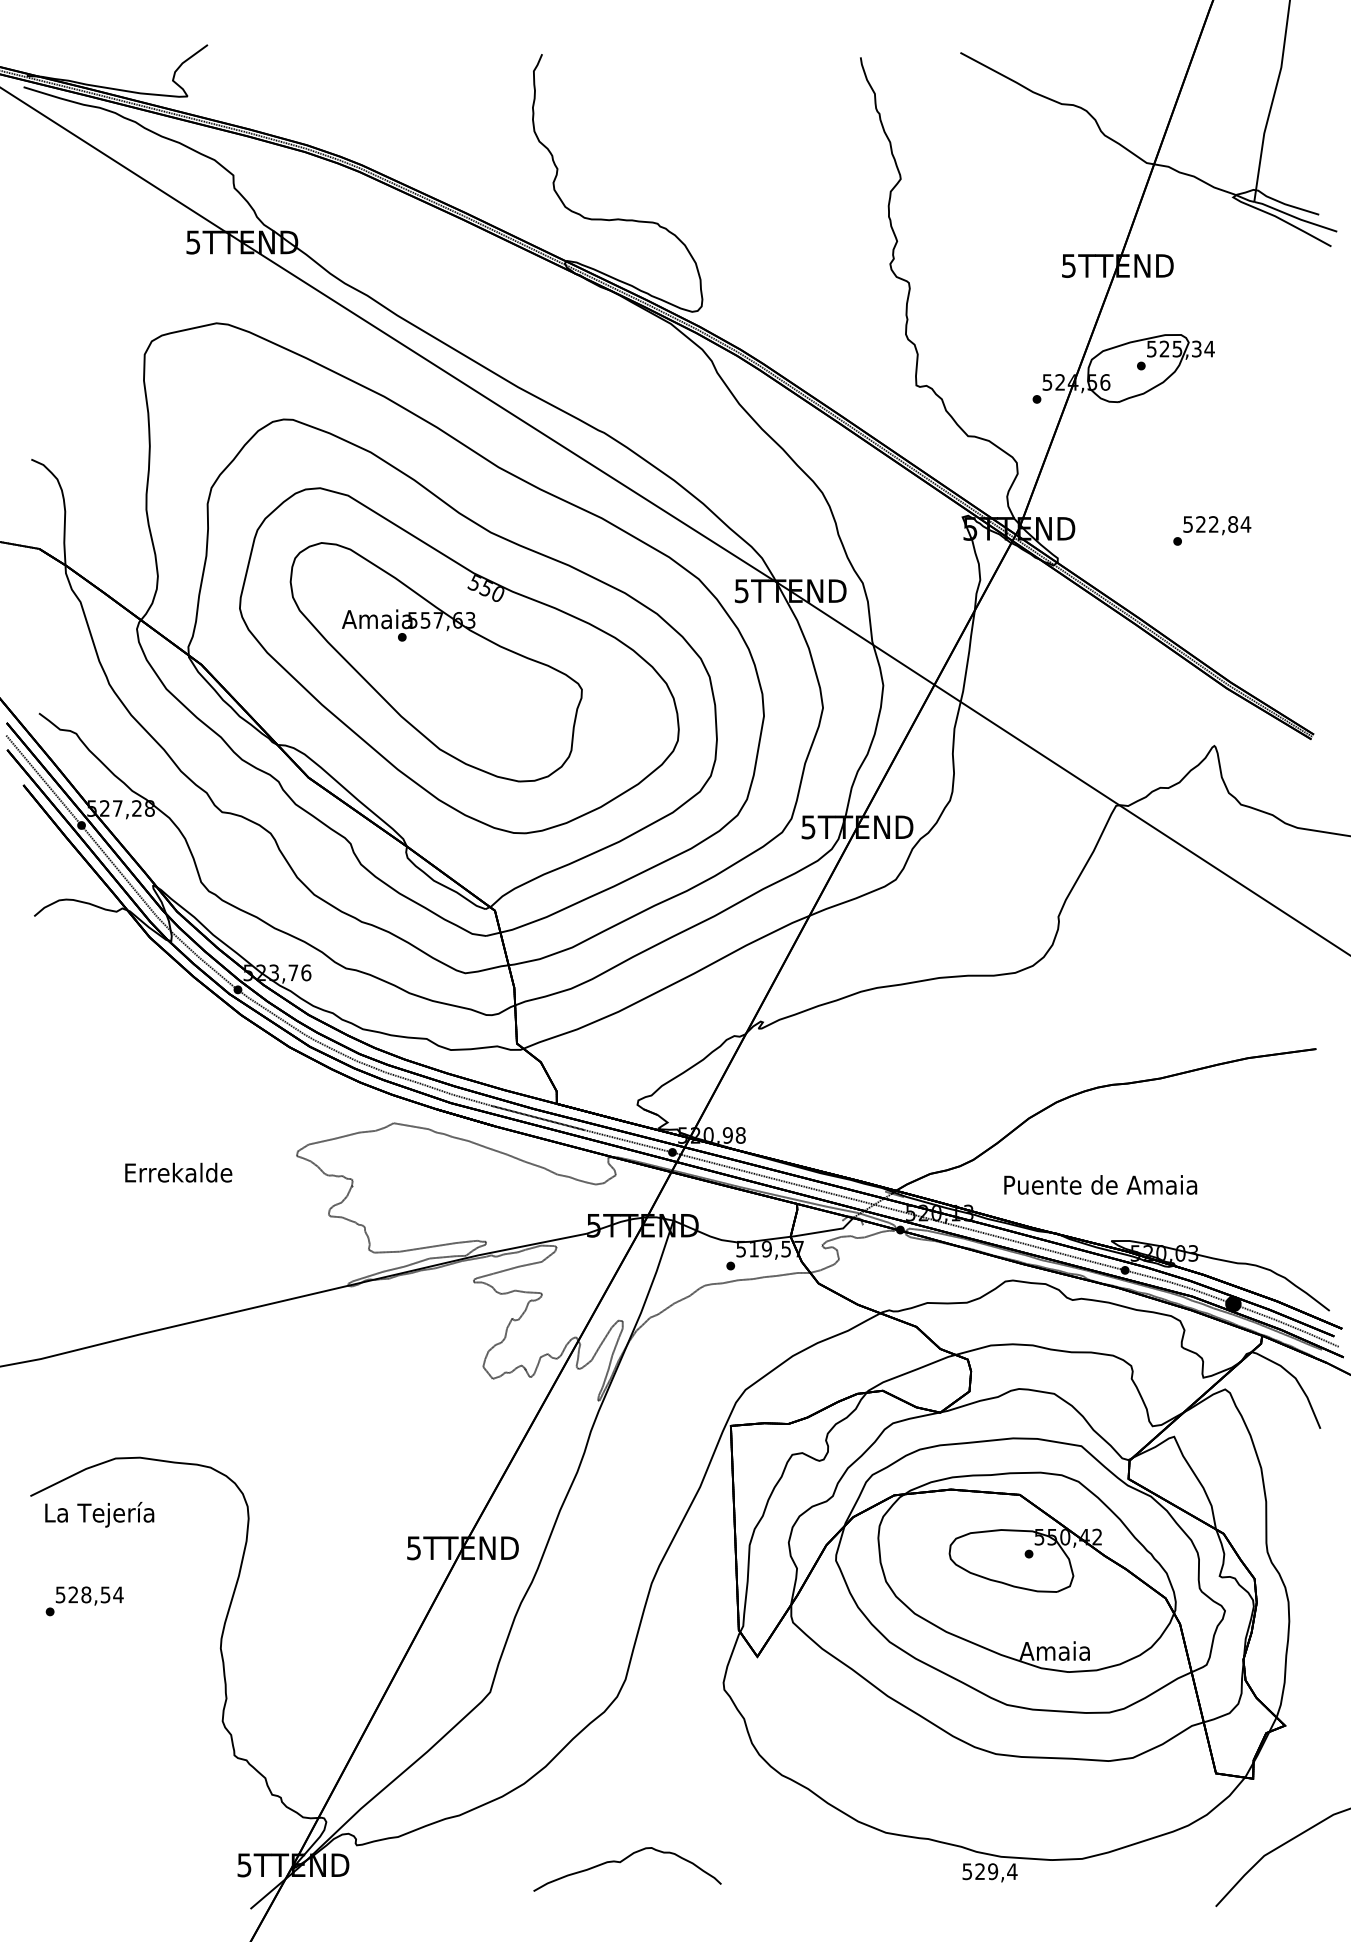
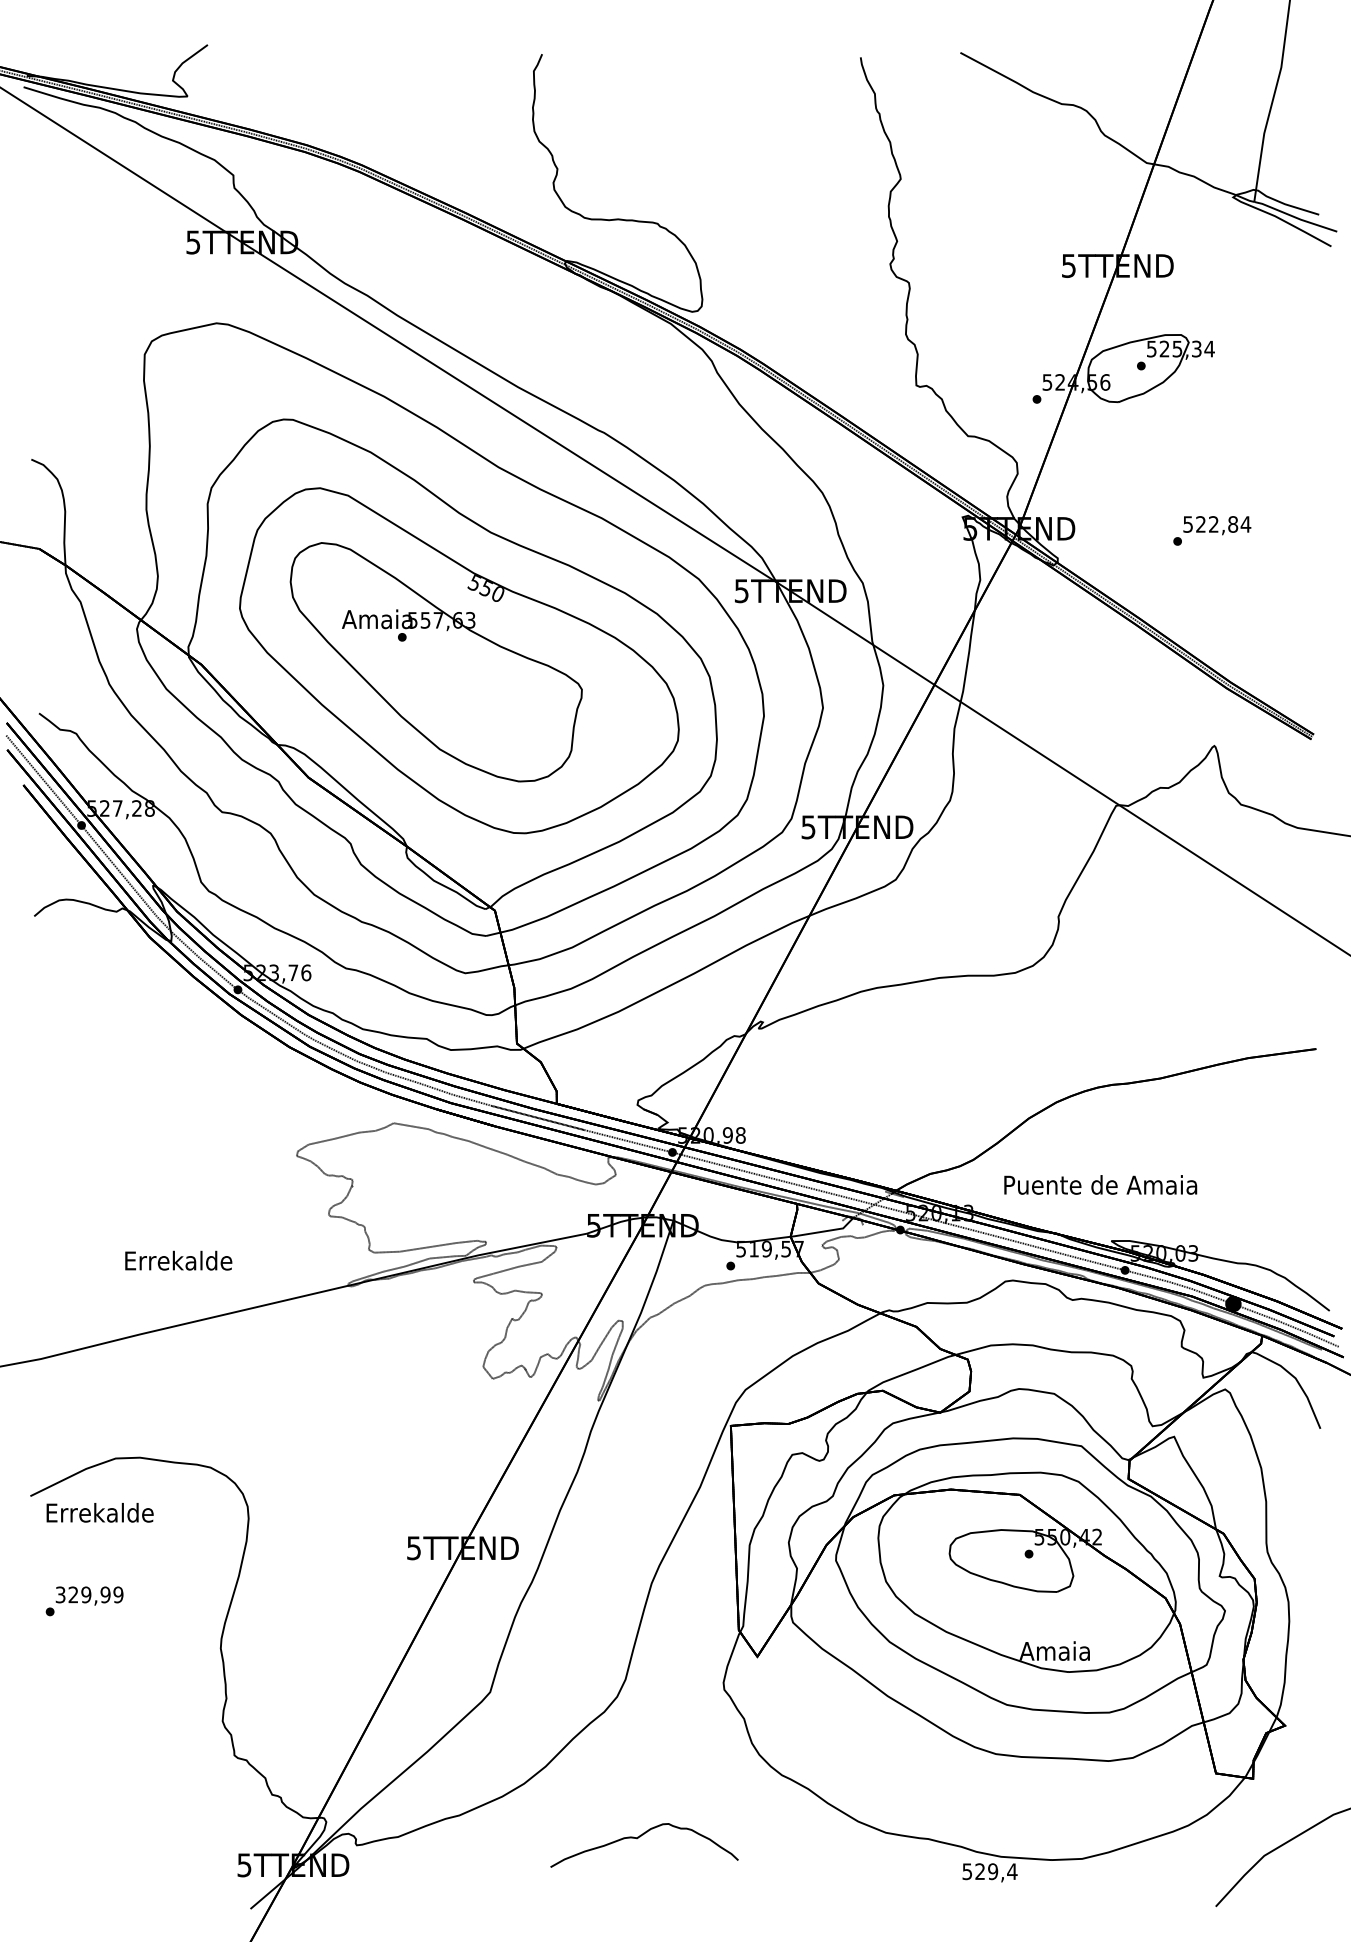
text at (178, 1172) position: (178, 1172) -> (178, 1260)
text at (99, 1514): La Tejería -> Errekalde
text at (89, 1594): 528,54 -> 329,99
curve at (623, 1861) position: (623, 1861) -> (640, 1837)
